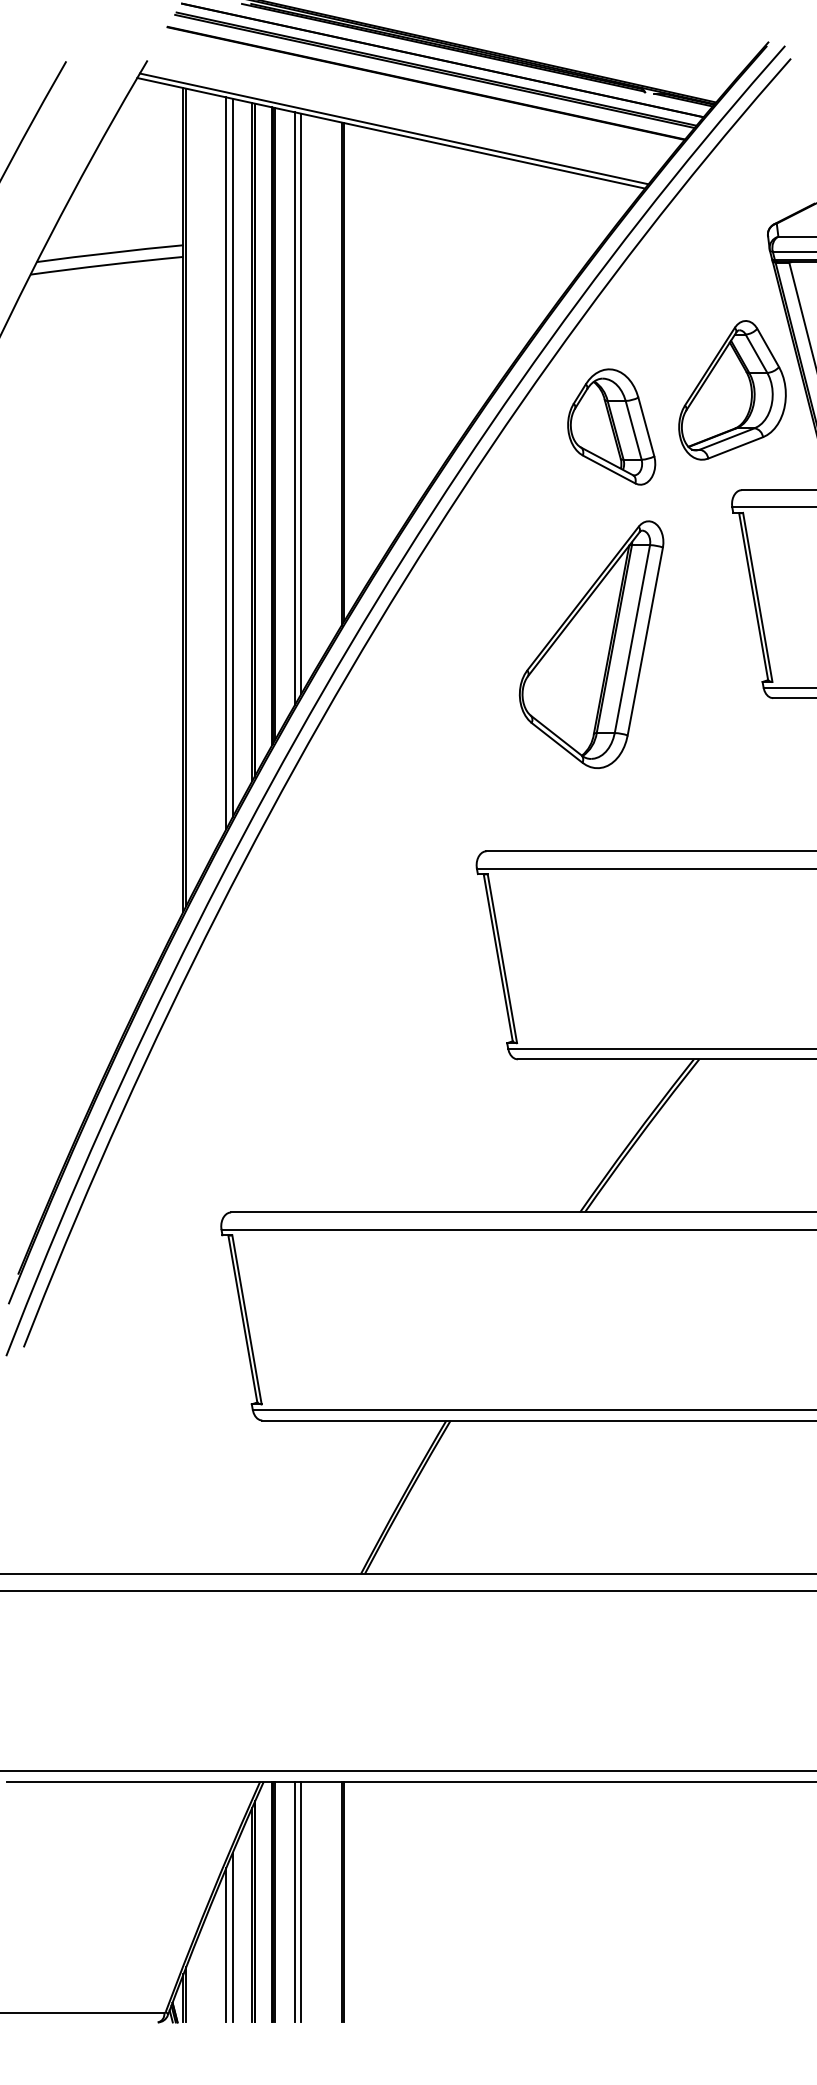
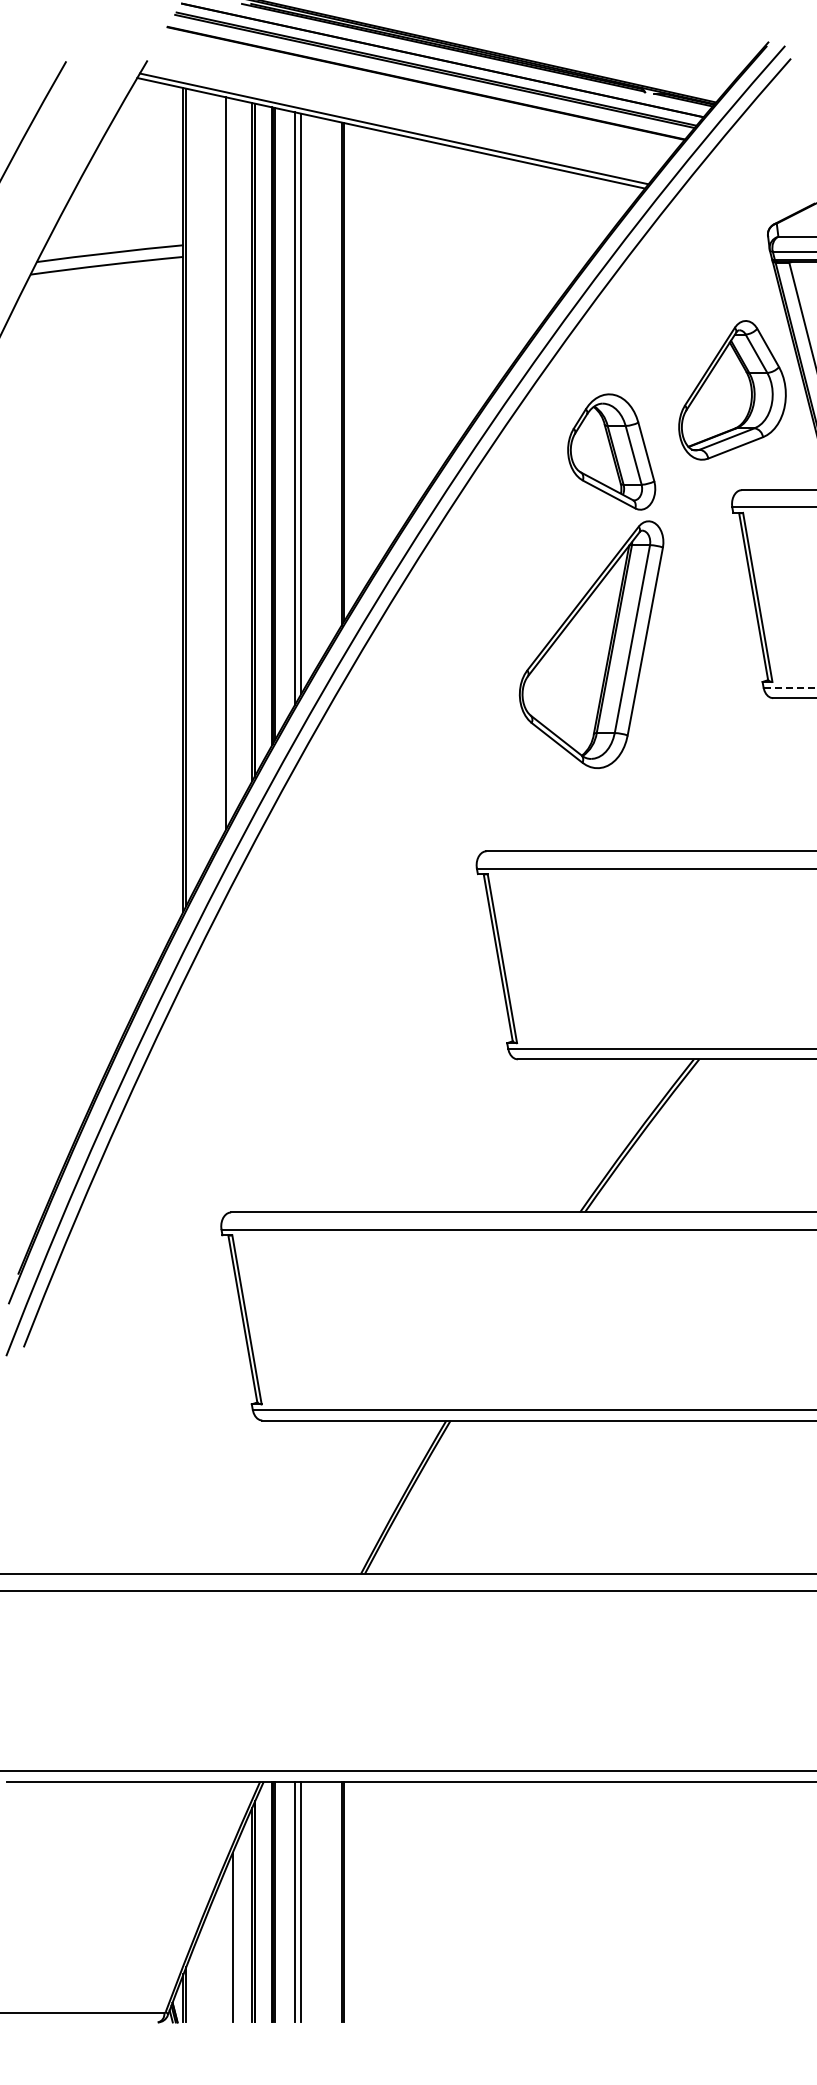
part at (611, 426) position: (611, 426) -> (611, 451)
line at (232, 457): present -> none
line at (790, 687): solid -> dashed
line at (226, 1945): present -> none
